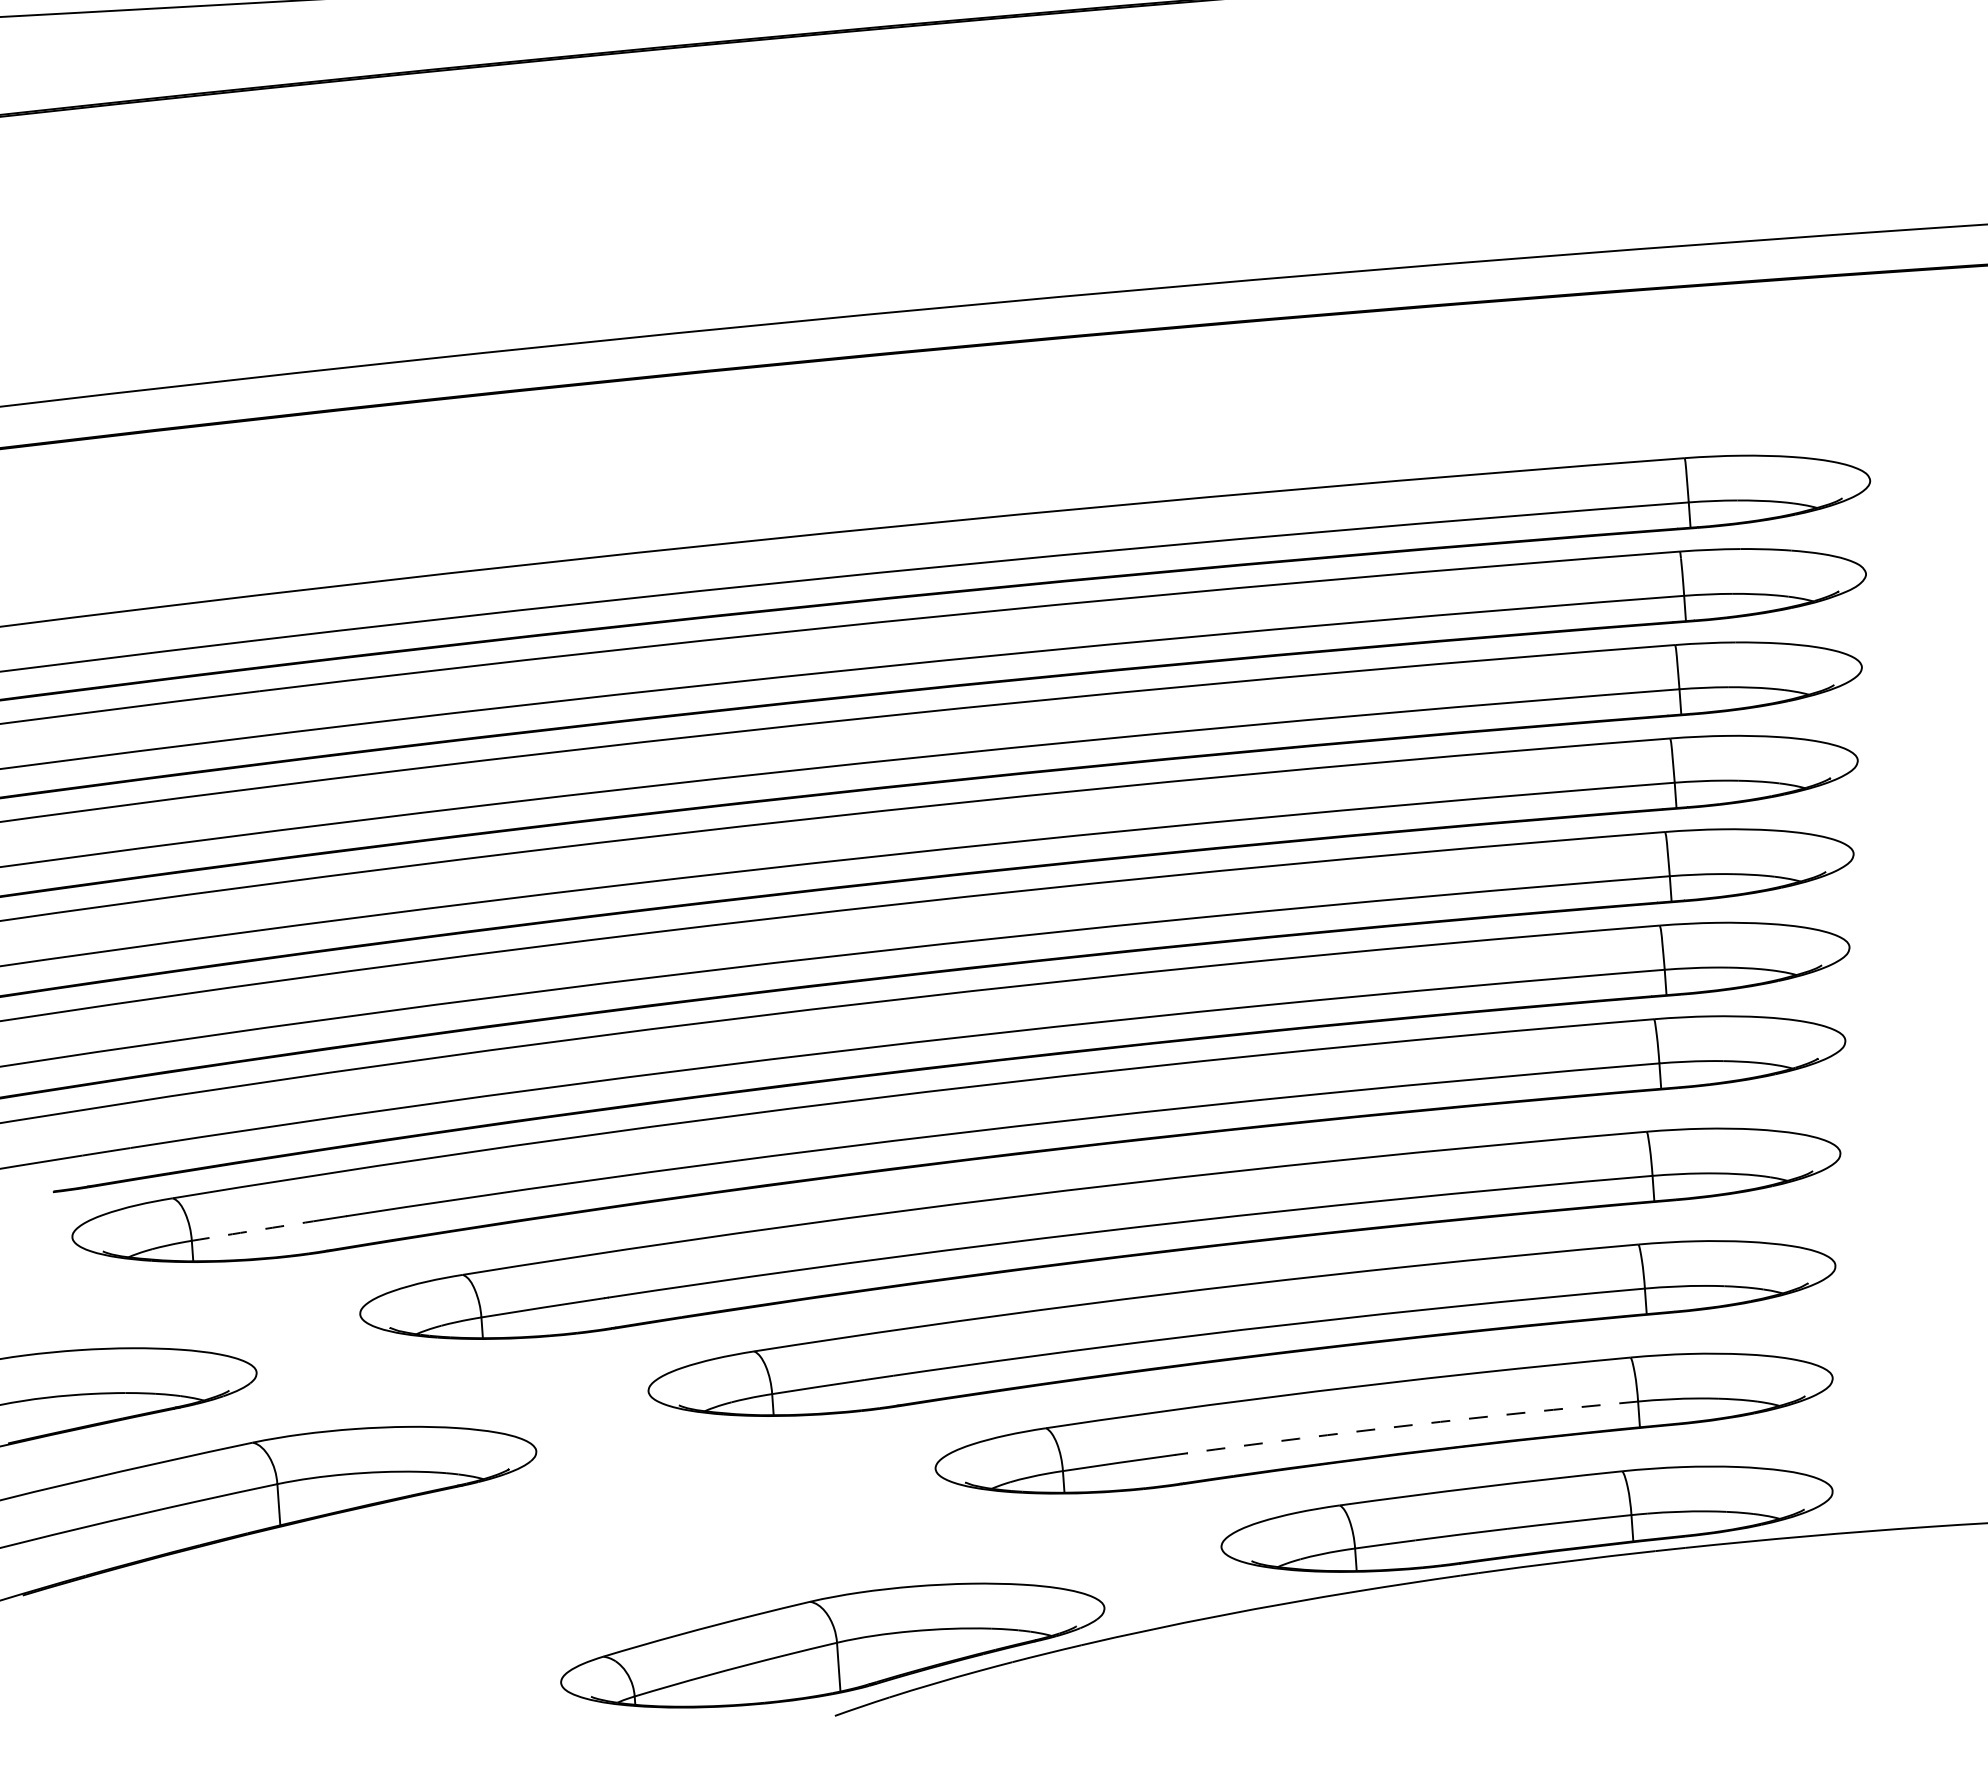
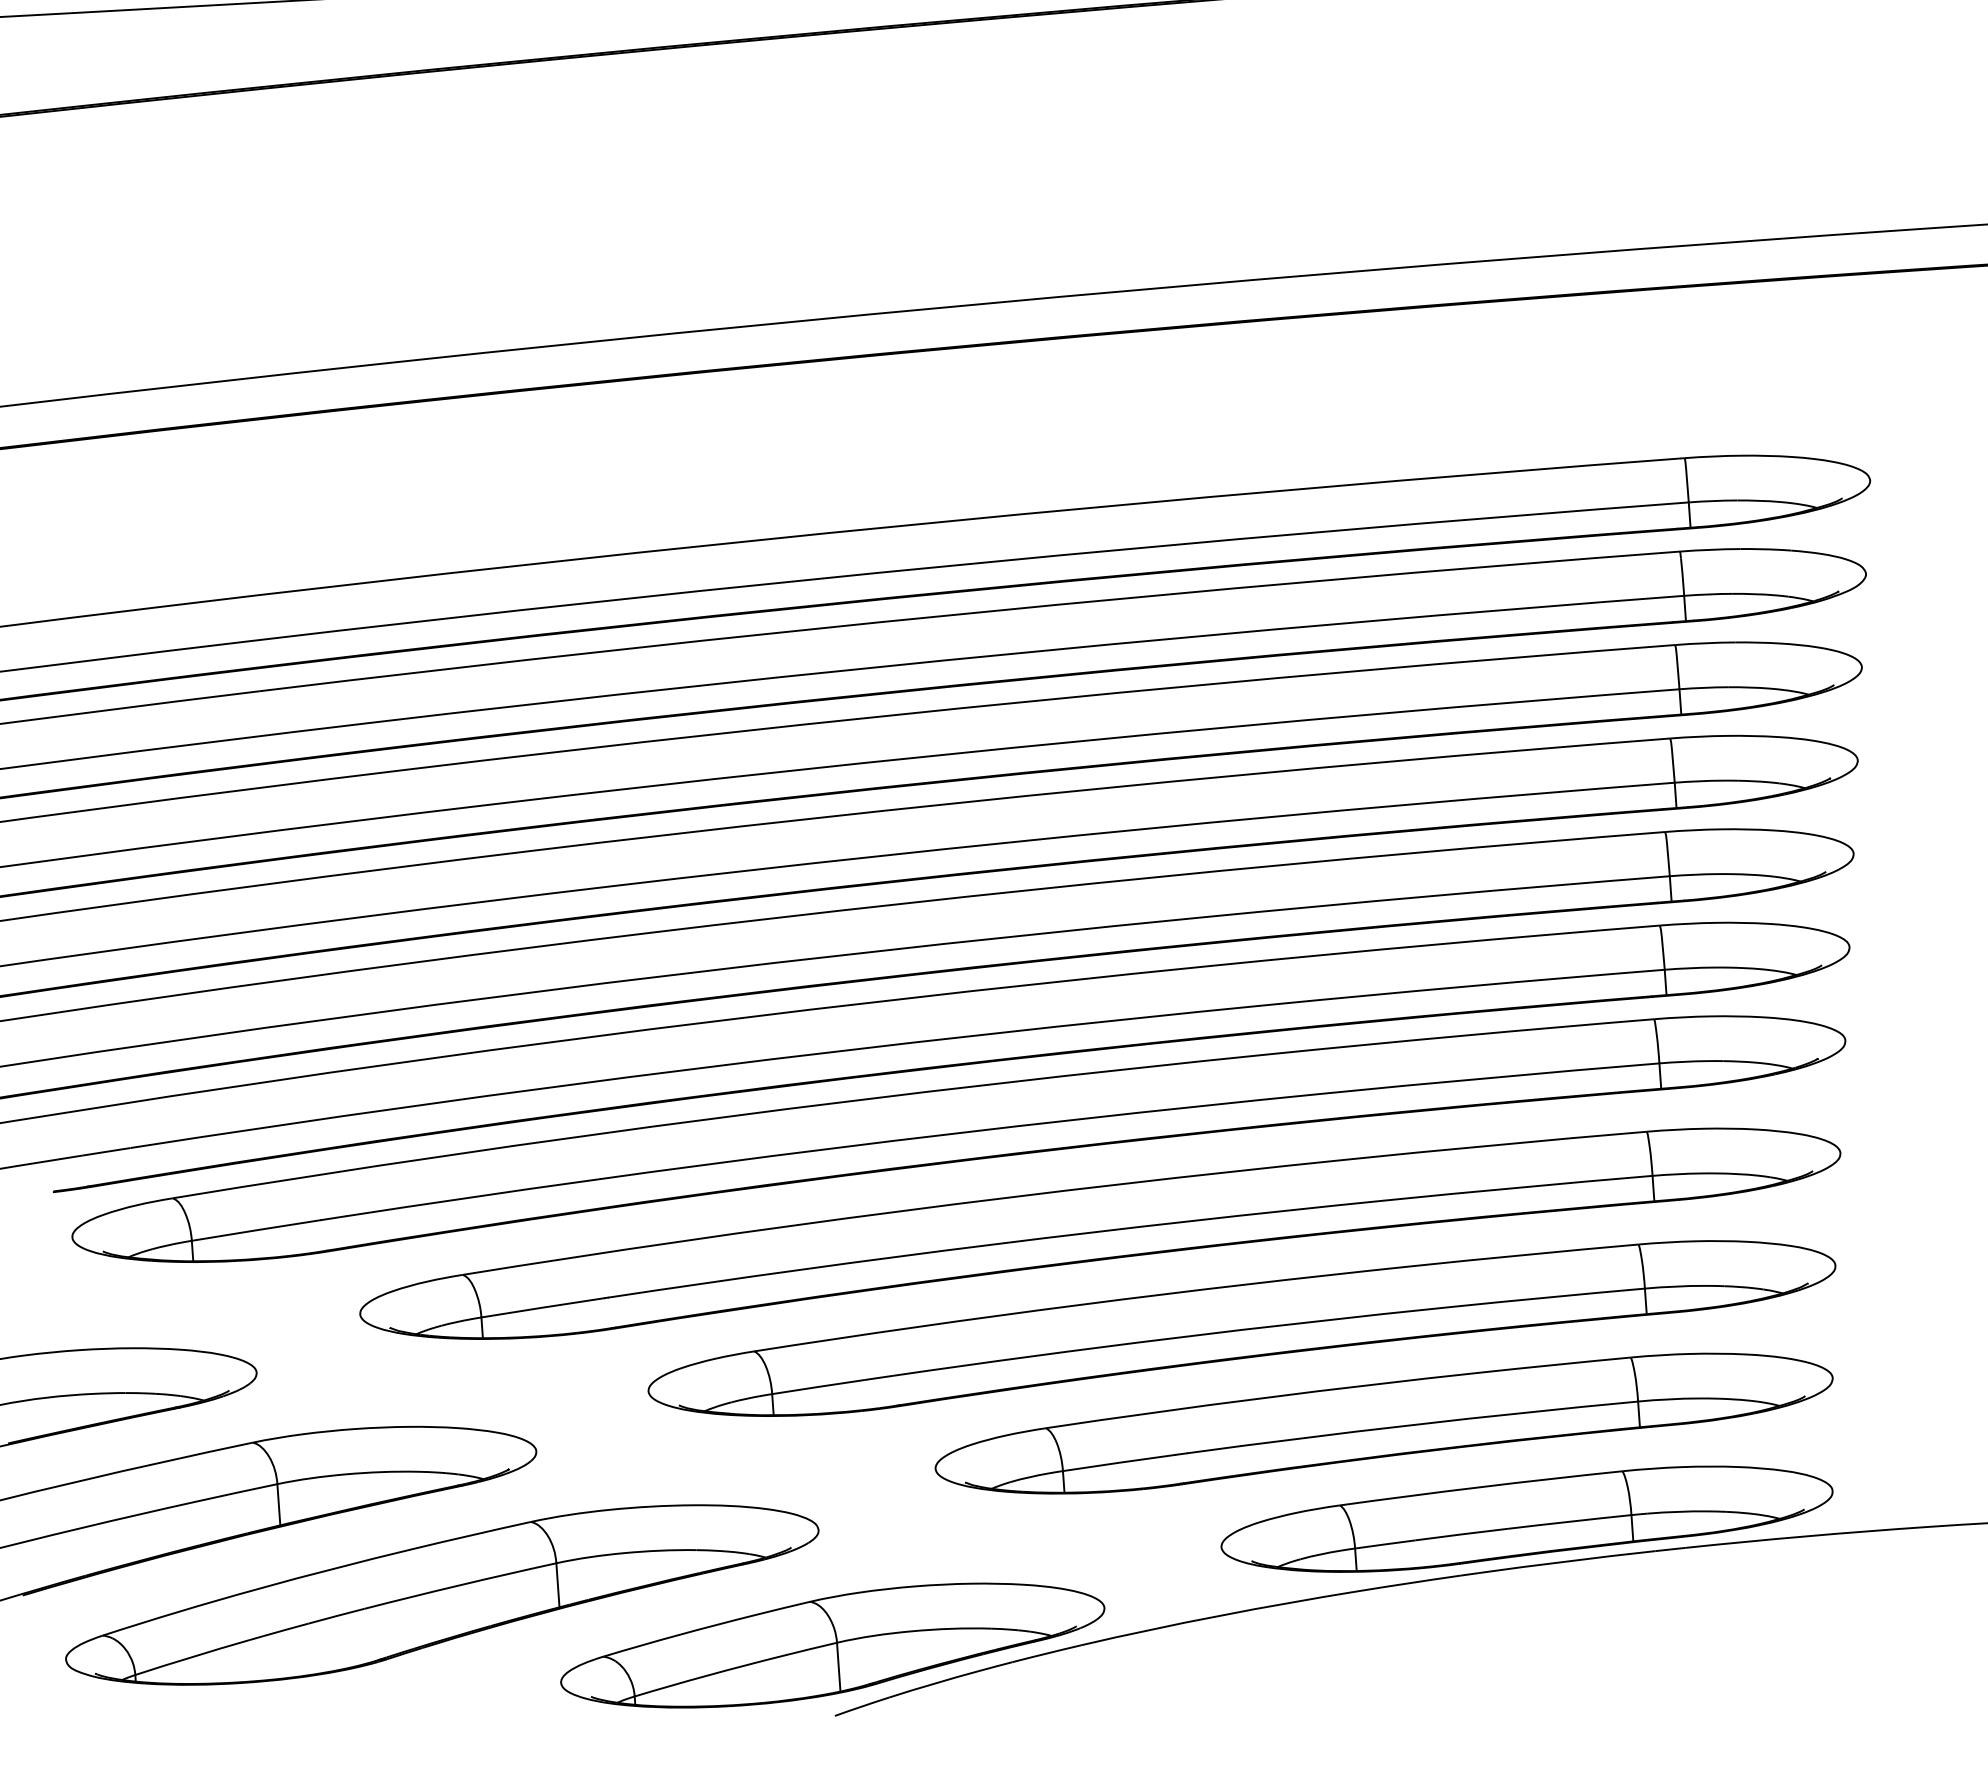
arc at (256, 1230): dashed -> solid
arc at (1412, 1425): dashed -> solid
part at (442, 1594): none -> present
